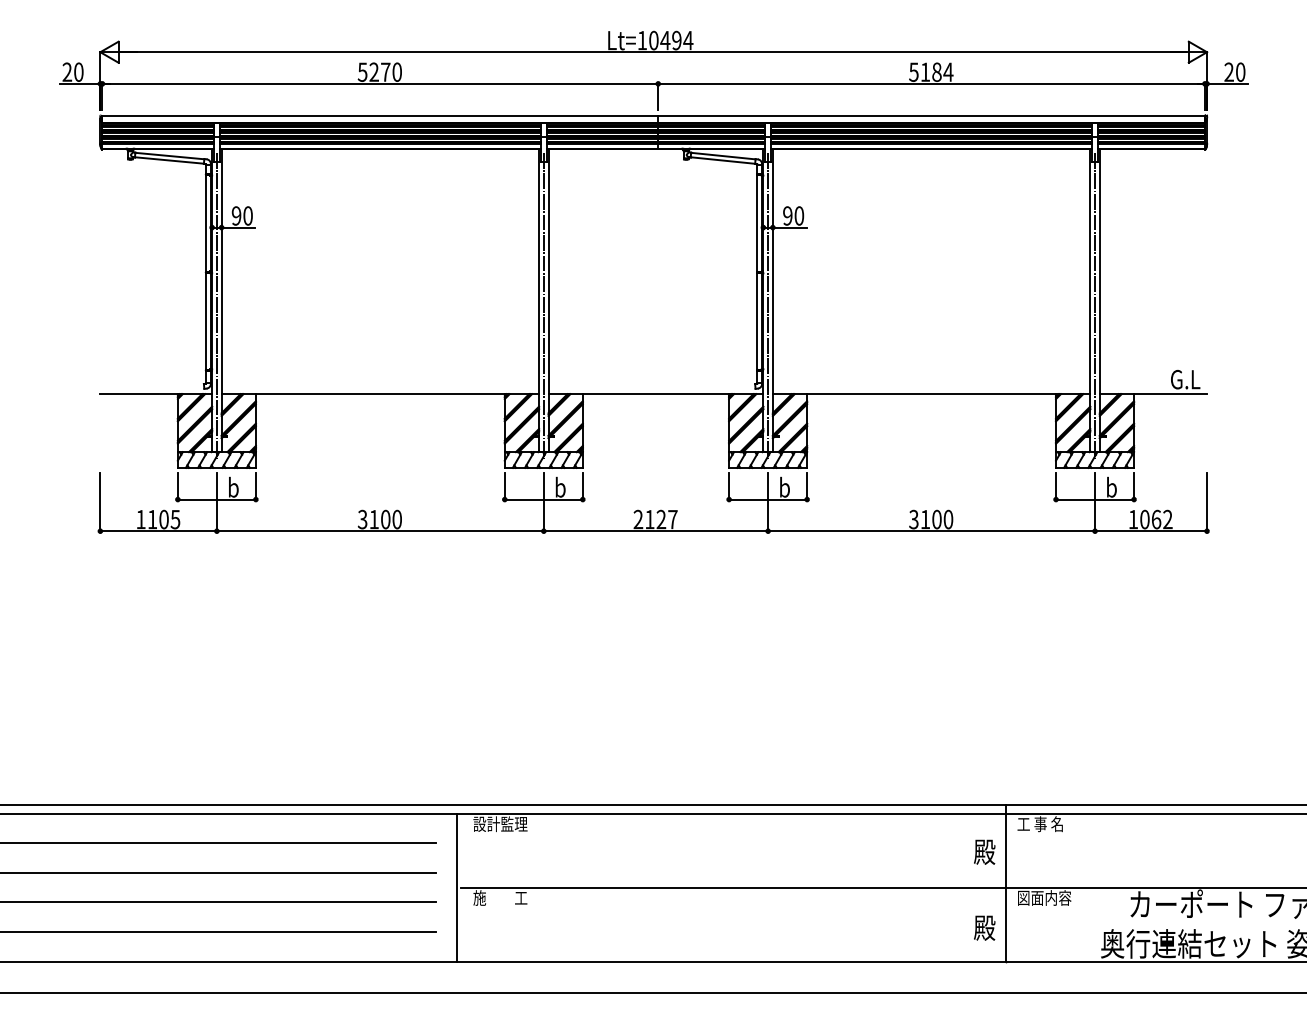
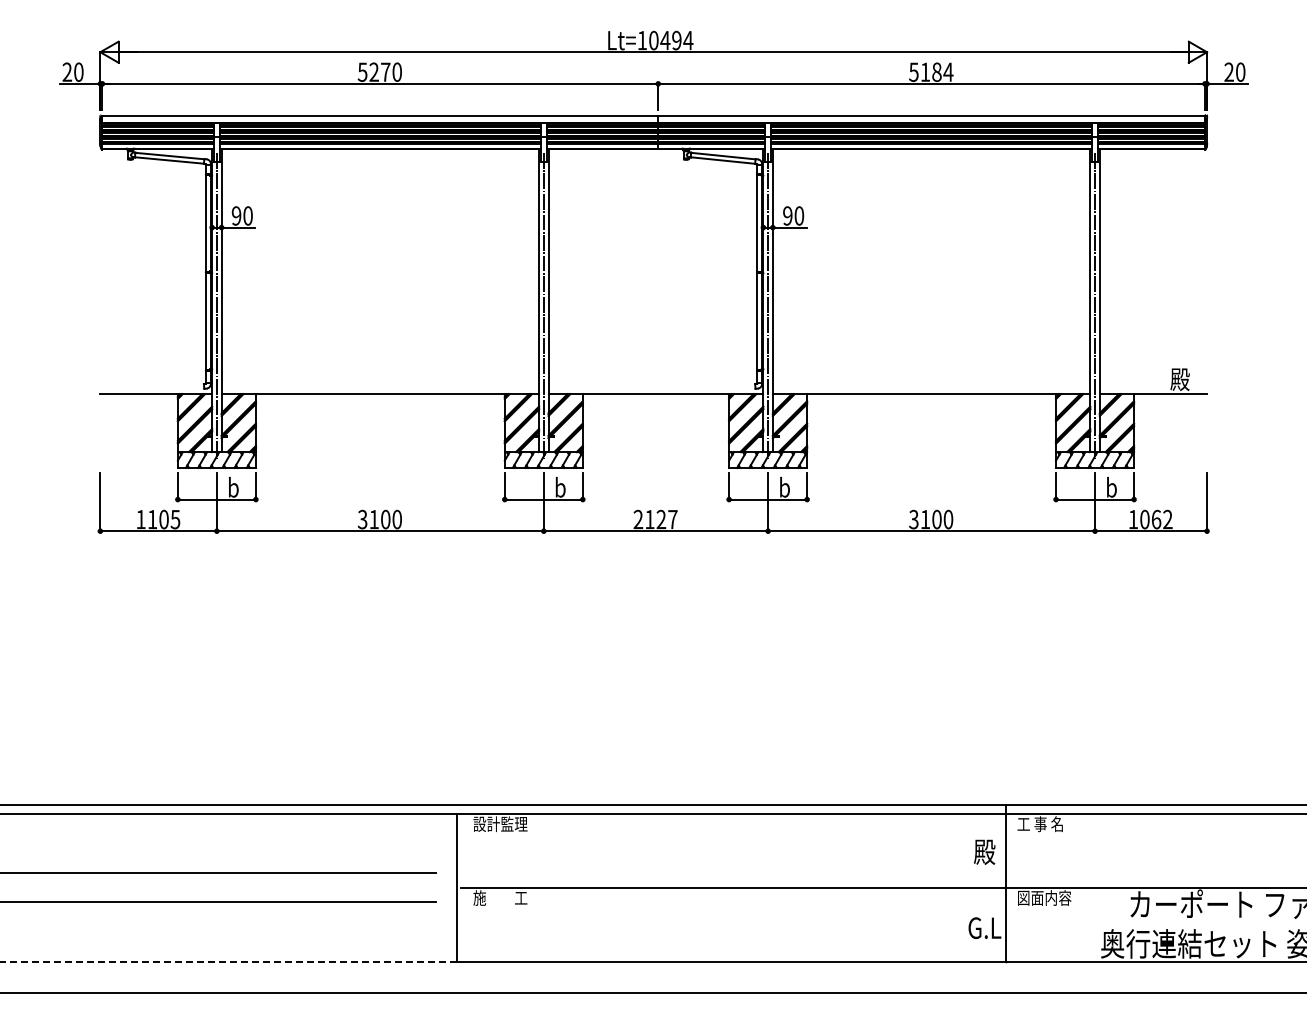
text at (1185, 379): G.L -> 殿
line at (219, 843): present -> none
text at (984, 927): 殿 -> G.L
line at (219, 931): present -> none
line at (229, 961): solid -> dashed
